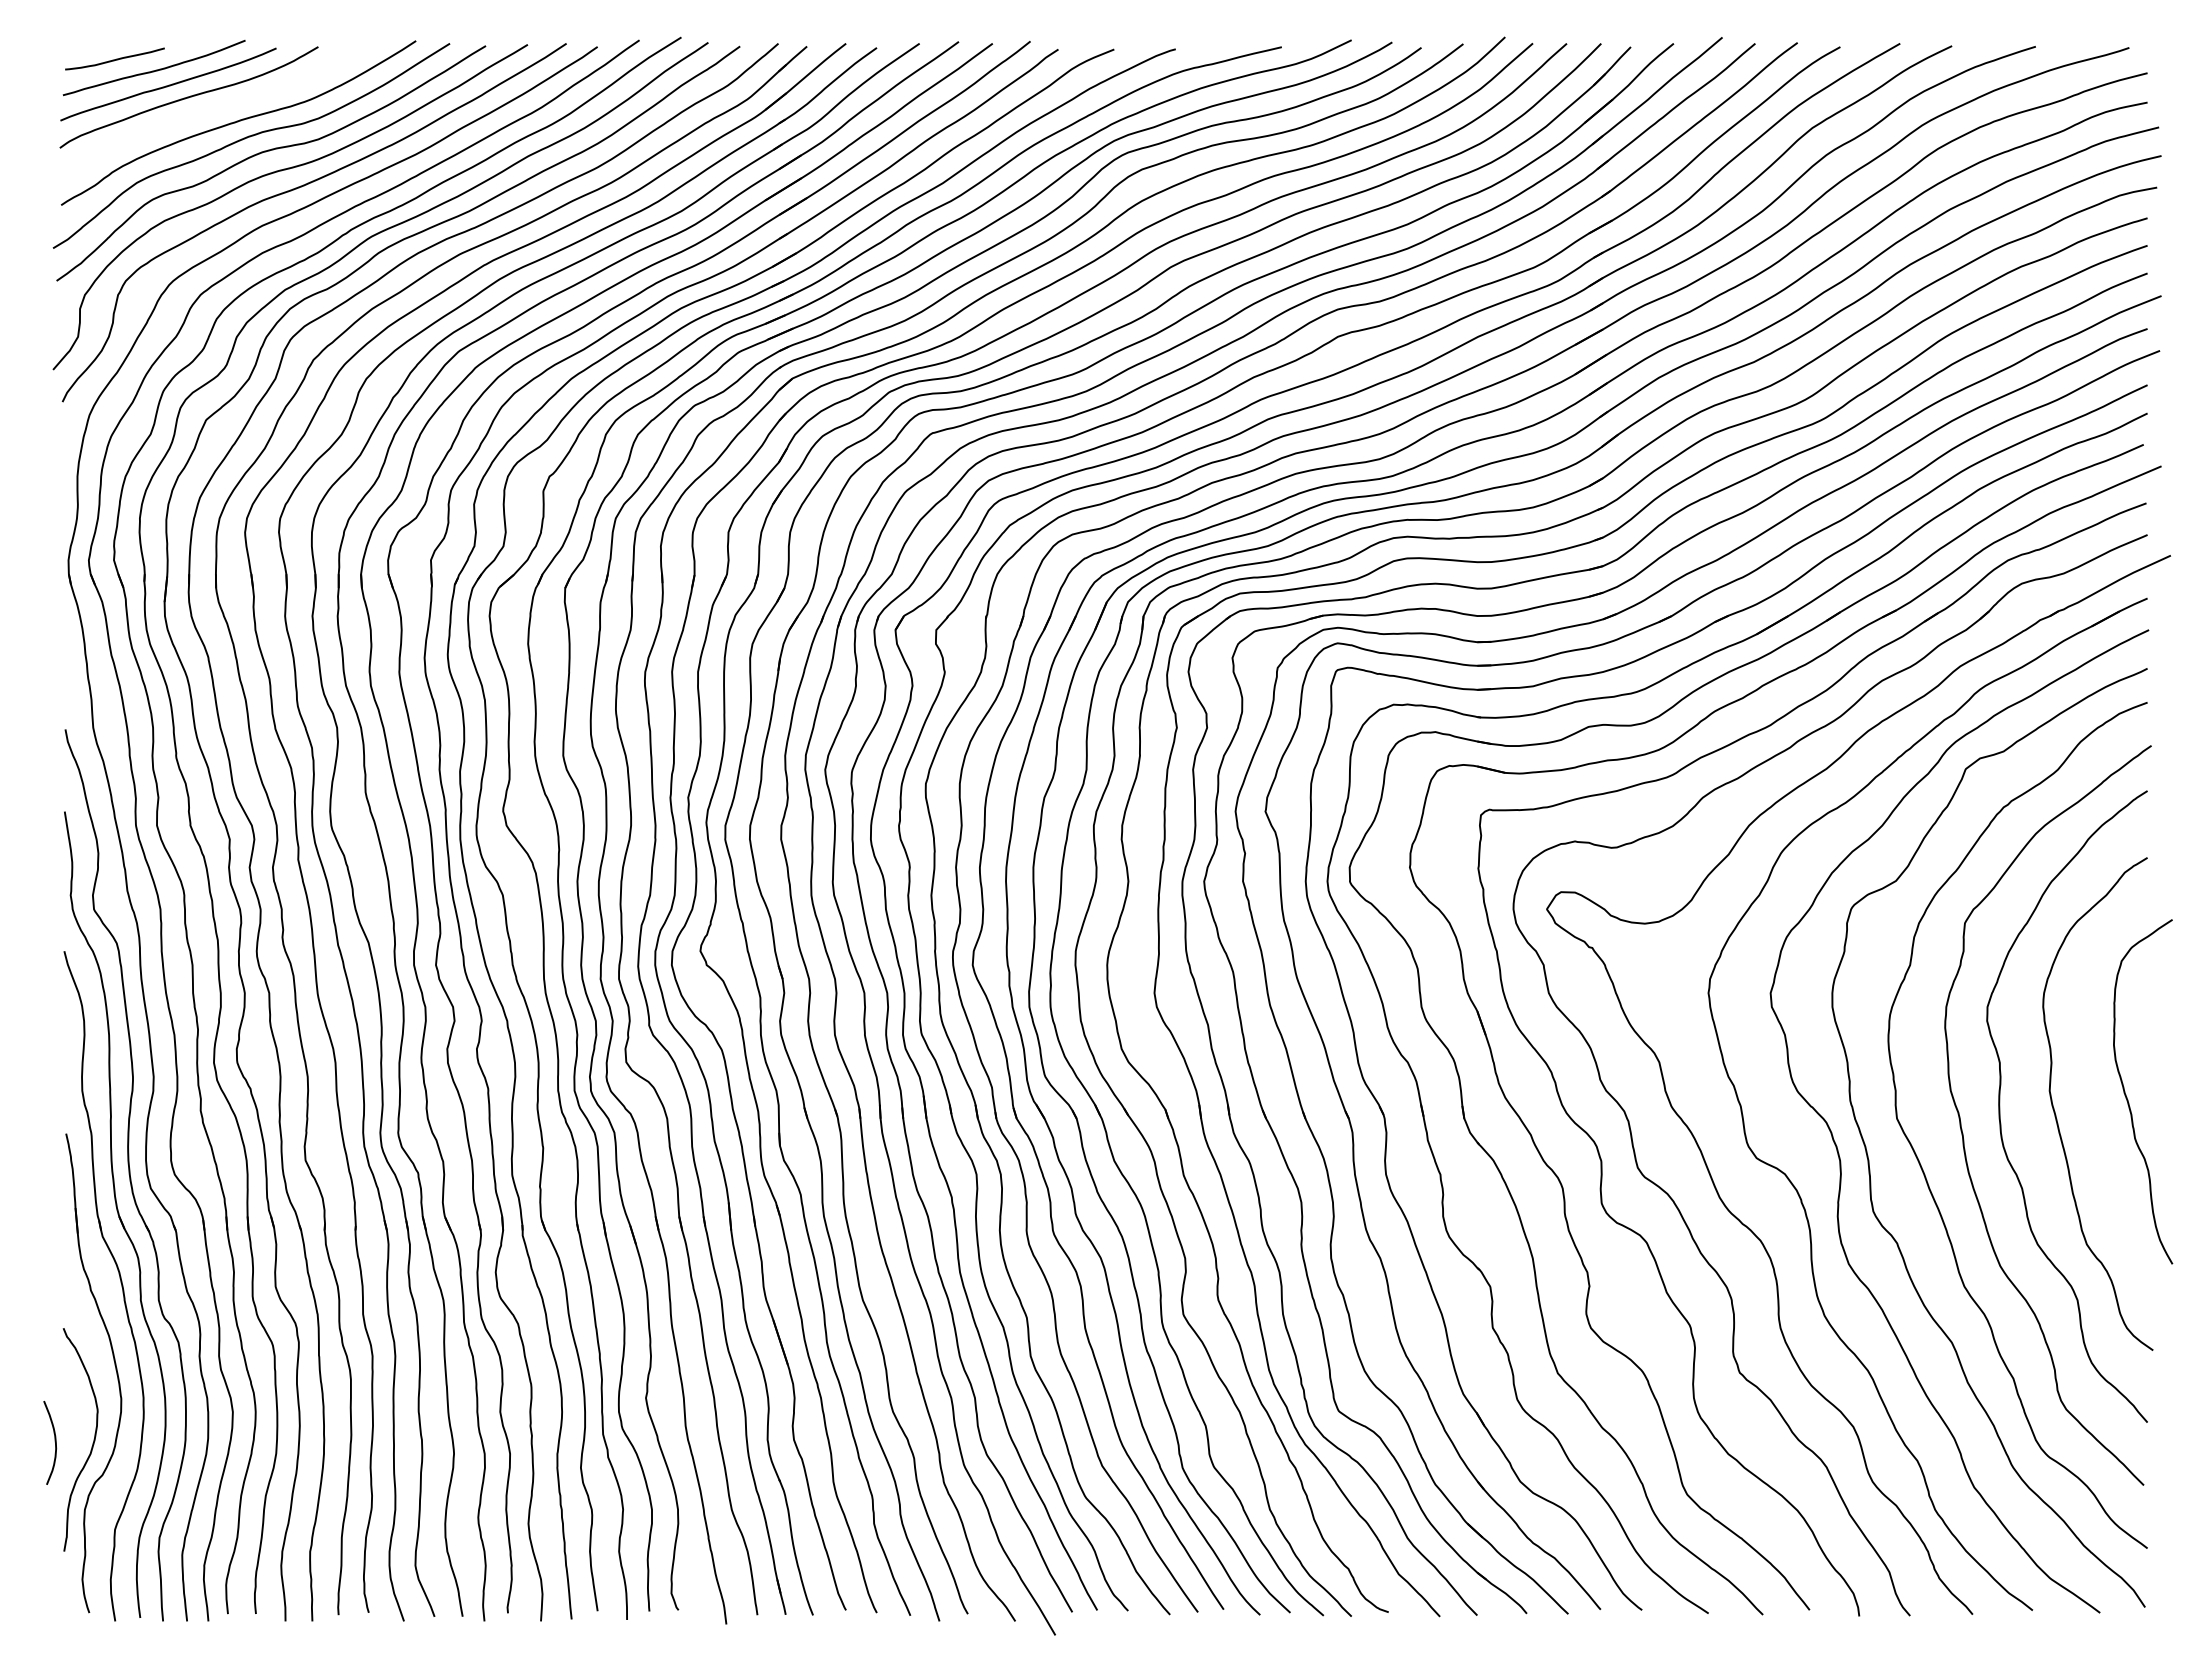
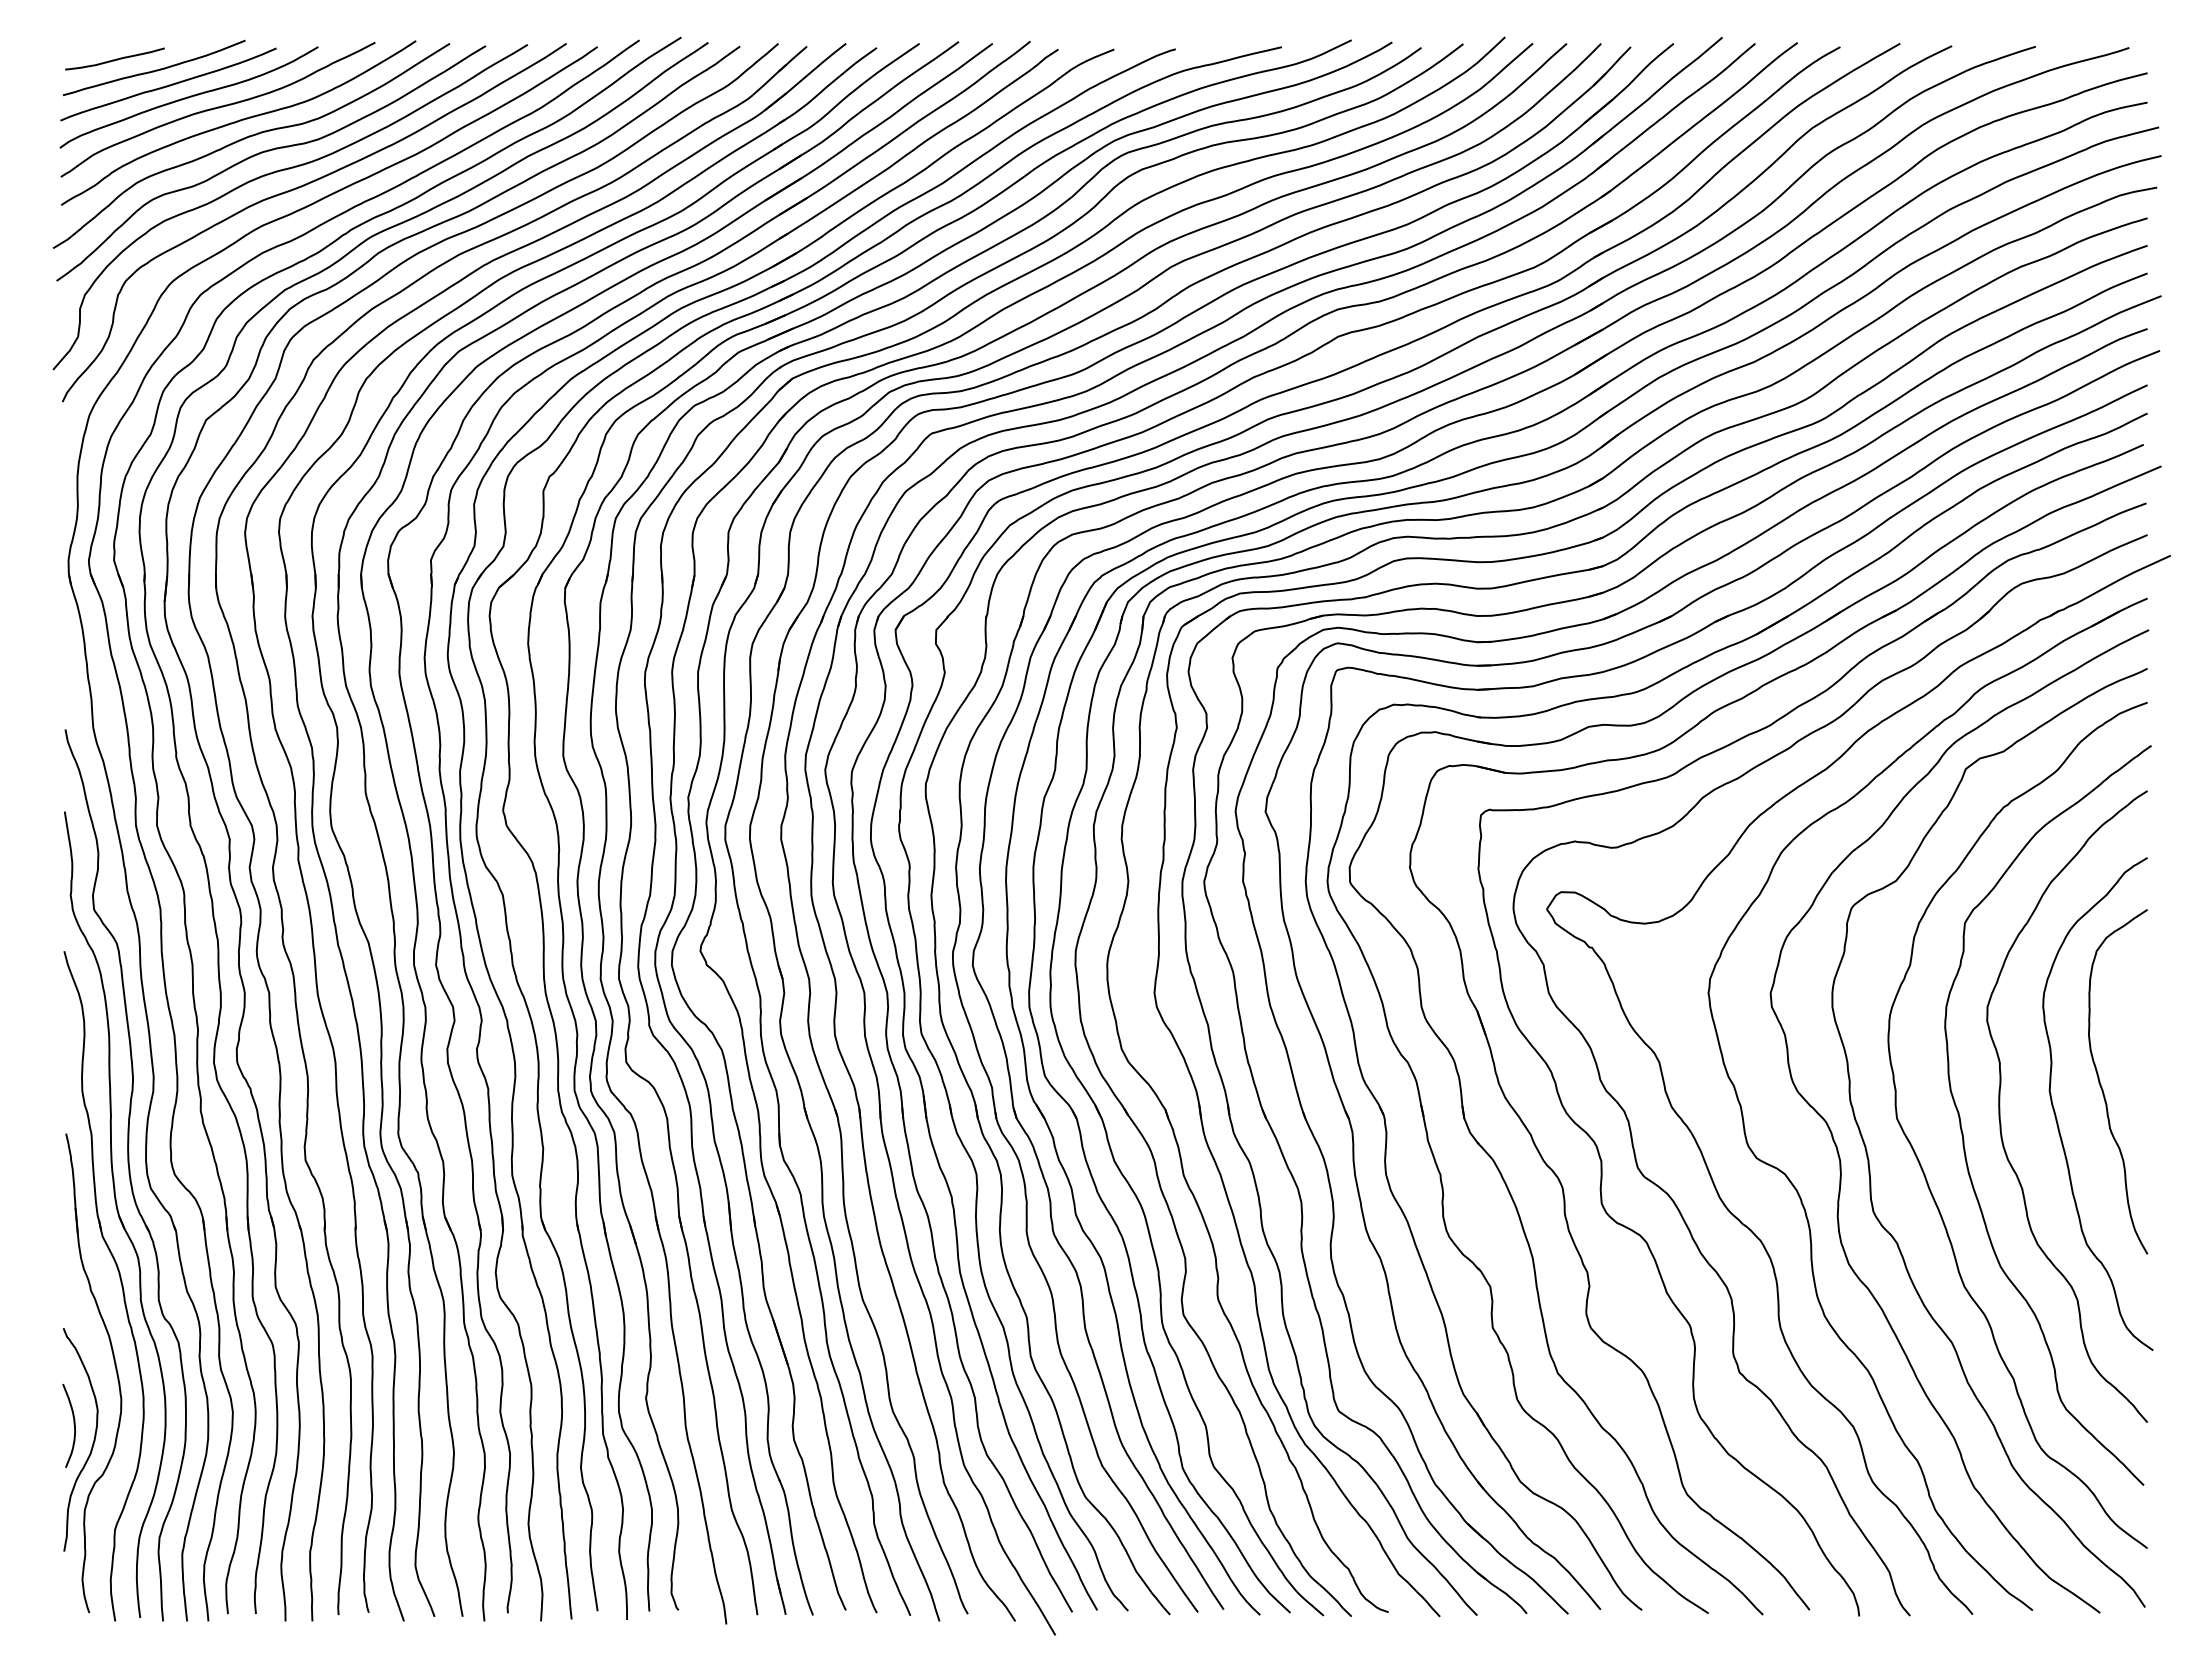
curve at (217, 108): none -> present
curve at (2128, 1099) position: (2128, 1099) -> (2103, 1089)
curve at (54, 1441) position: (54, 1441) -> (73, 1424)
